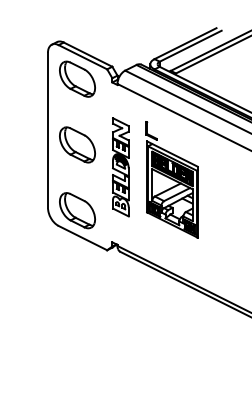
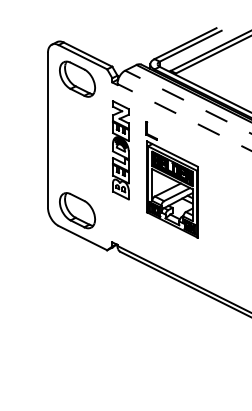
line at (187, 101): solid -> dashed
line at (184, 117): solid -> dashed
part at (77, 144): present -> none
part at (120, 167) position: (120, 167) -> (120, 150)
